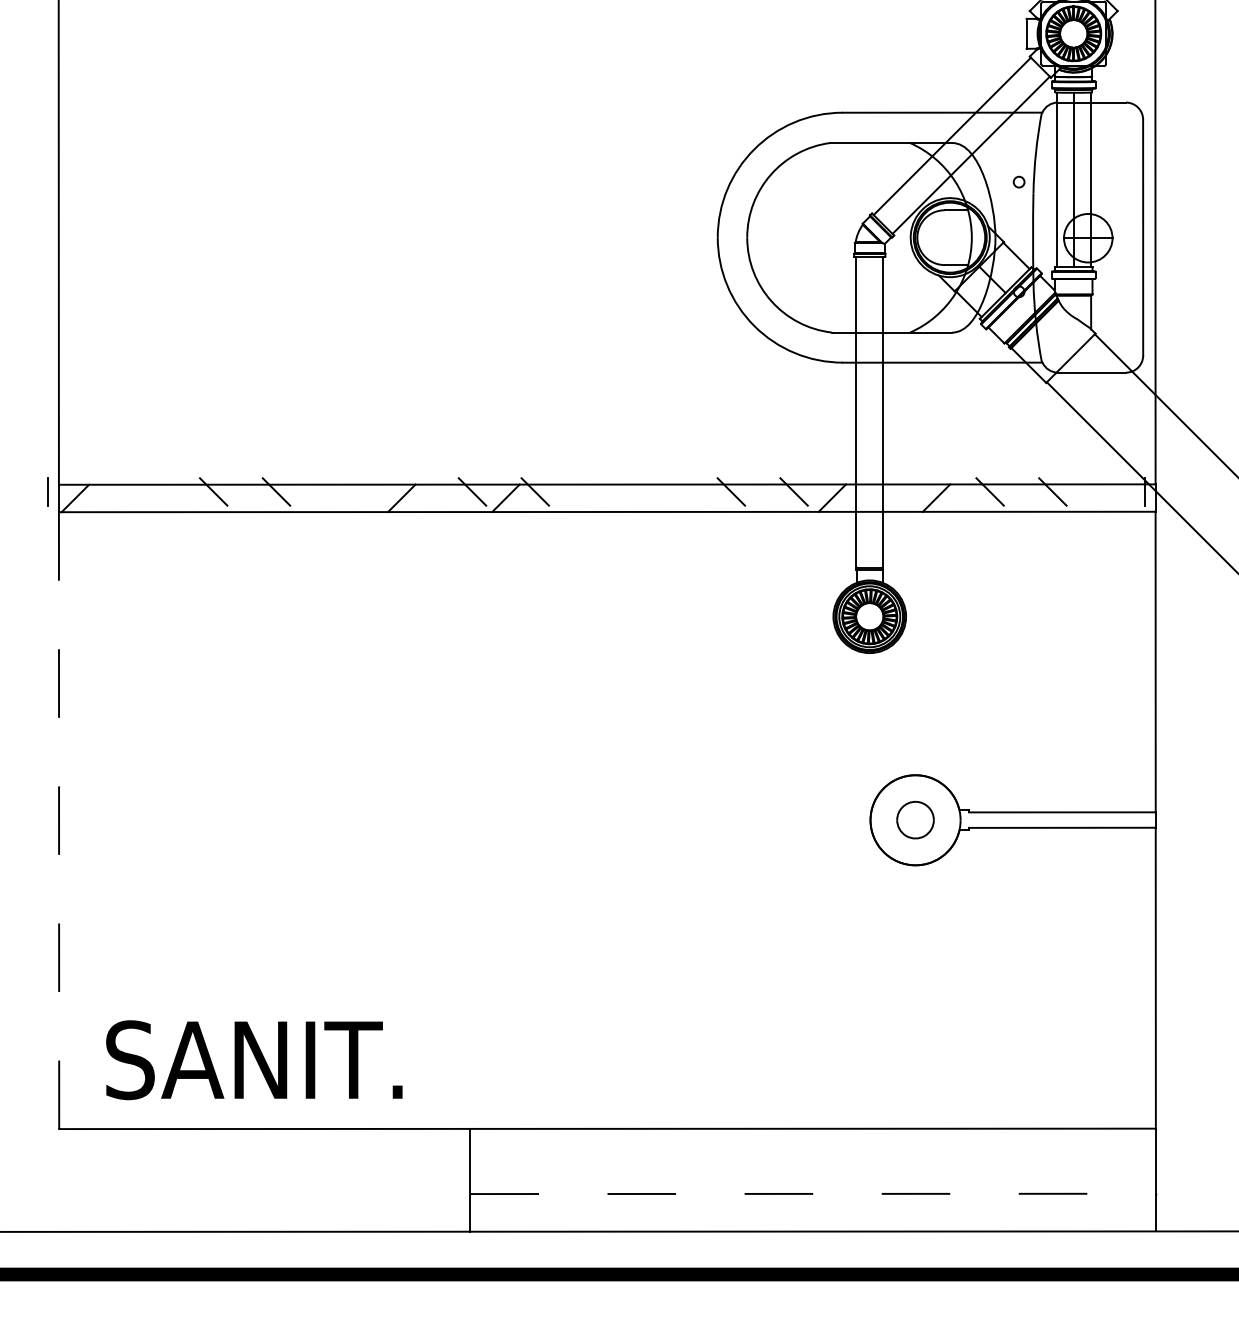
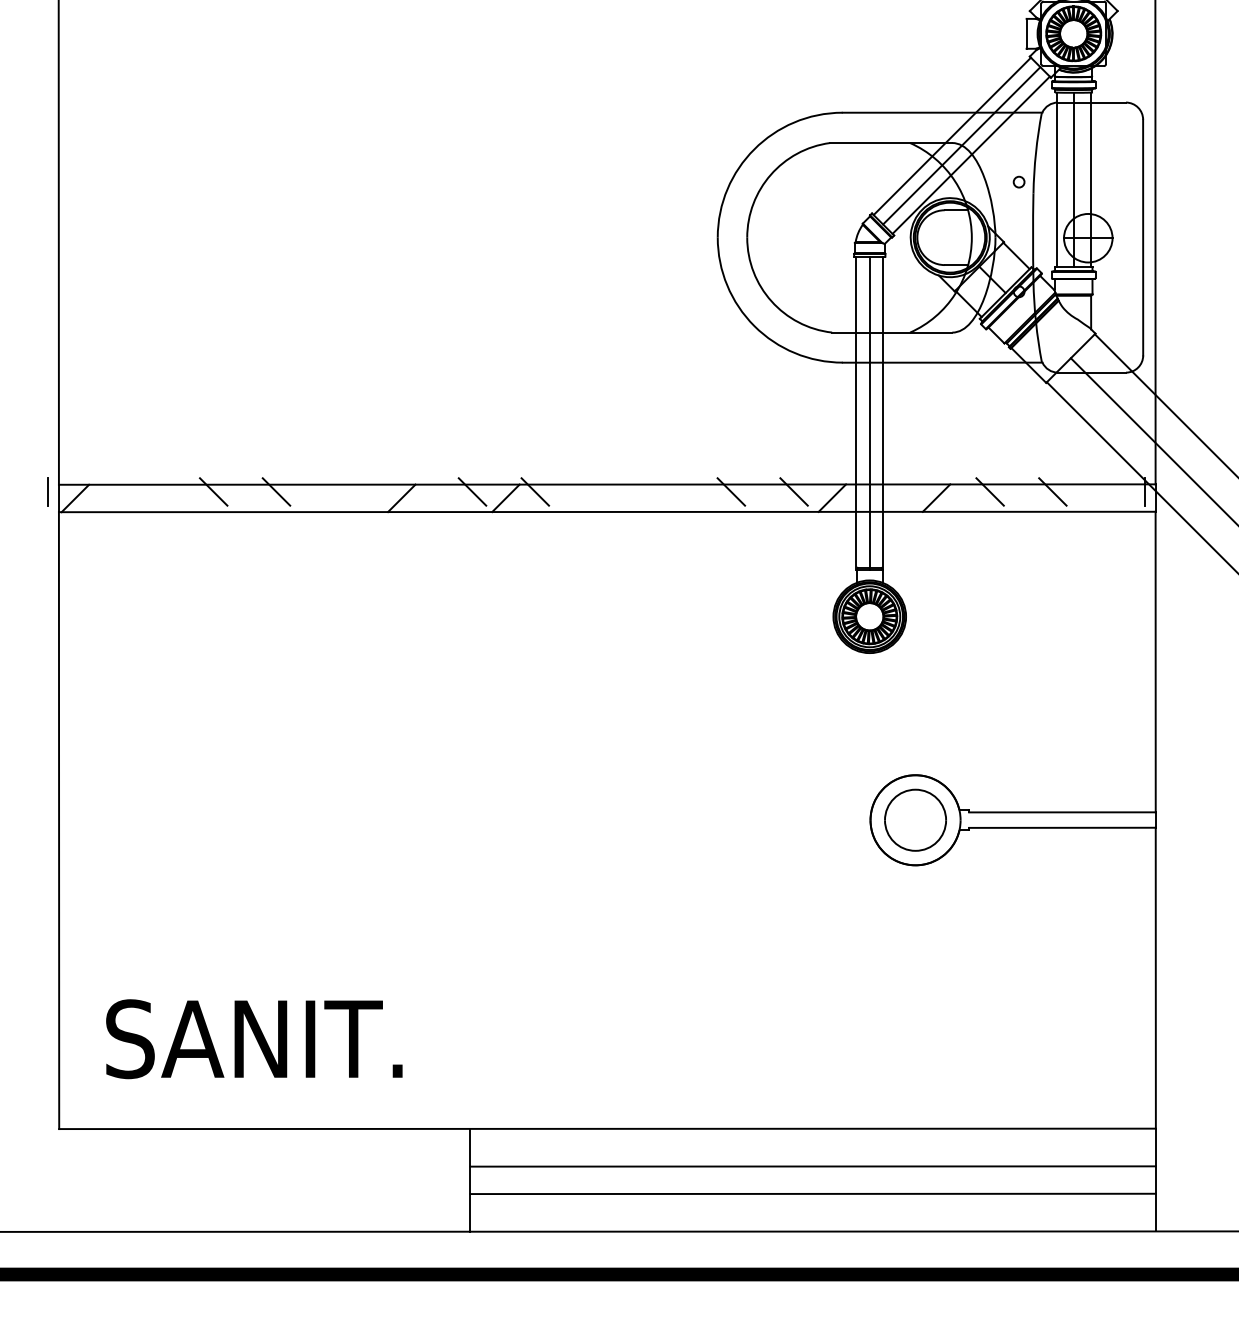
line at (961, 145): none -> present
line at (869, 413): none -> present
line at (1152, 440): none -> present
part at (915, 819) size: 39x40 px -> 63x64 px
line at (59, 820): dashed -> solid
text at (254, 1060) position: (254, 1060) -> (254, 1039)
line at (812, 1166): none -> present
line at (813, 1193): dashed -> solid
